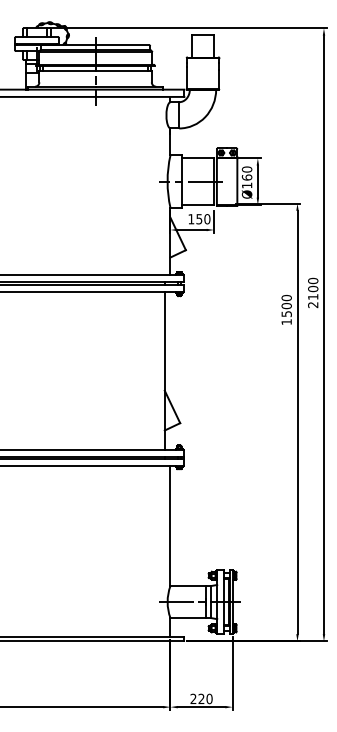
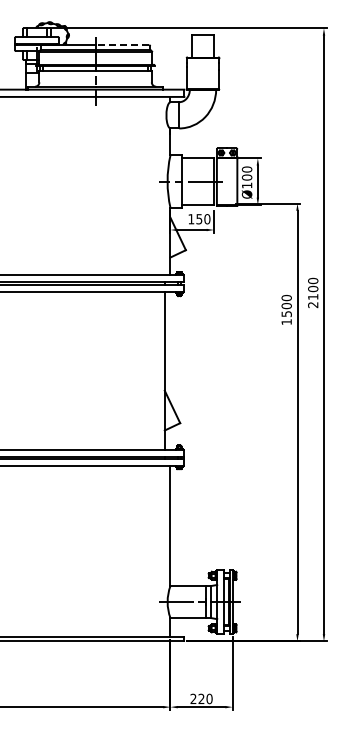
line at (122, 45): solid -> dashed
text at (246, 177): Ø160 -> Ø100
